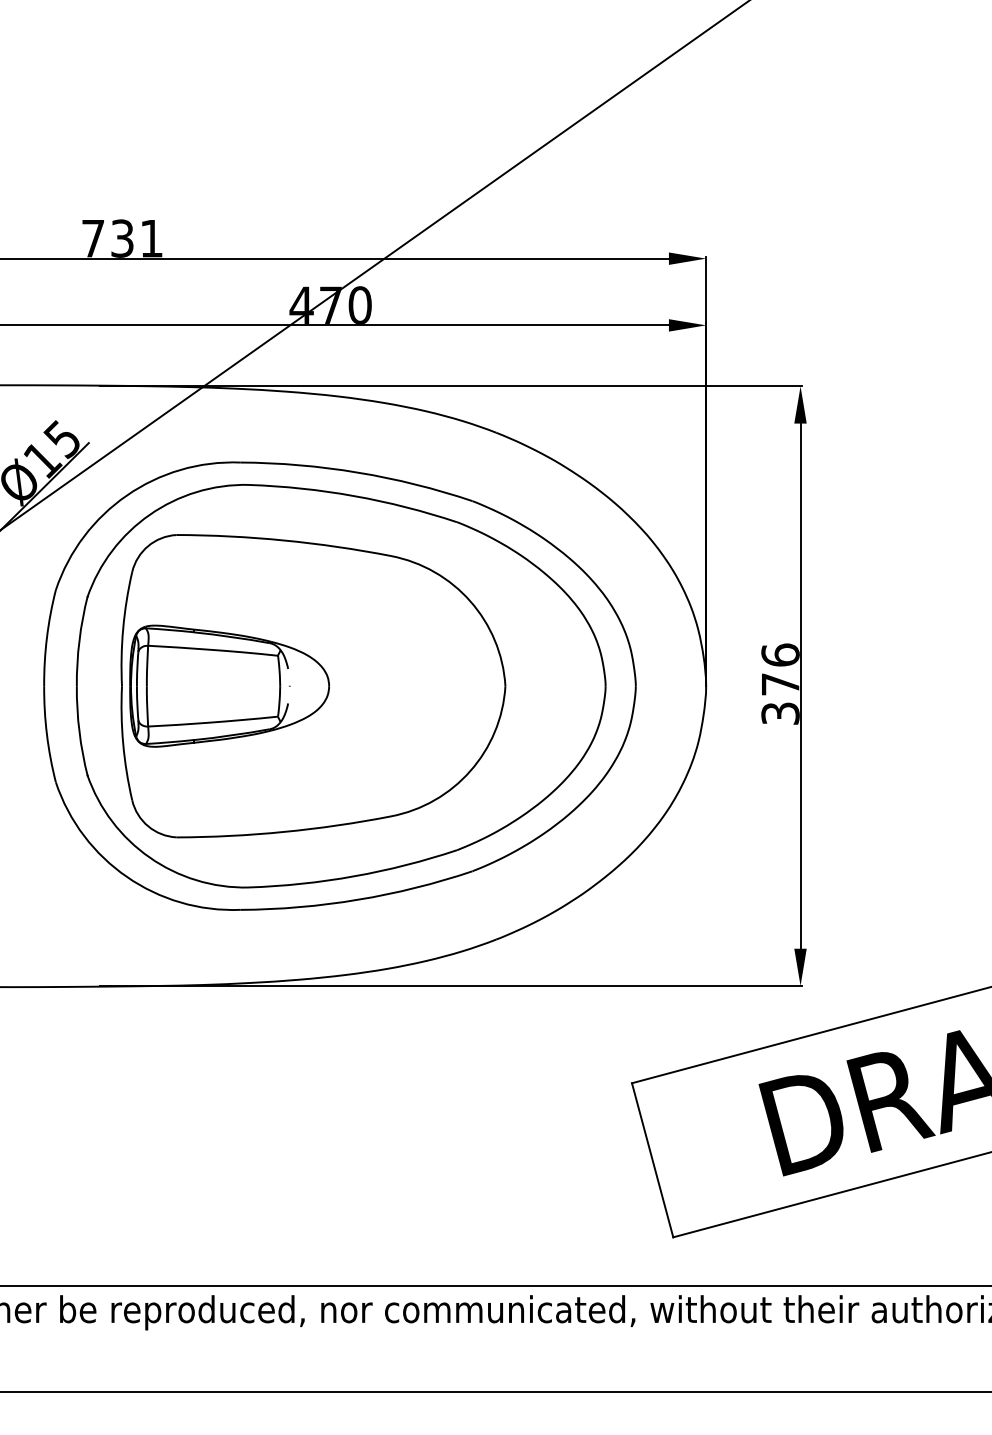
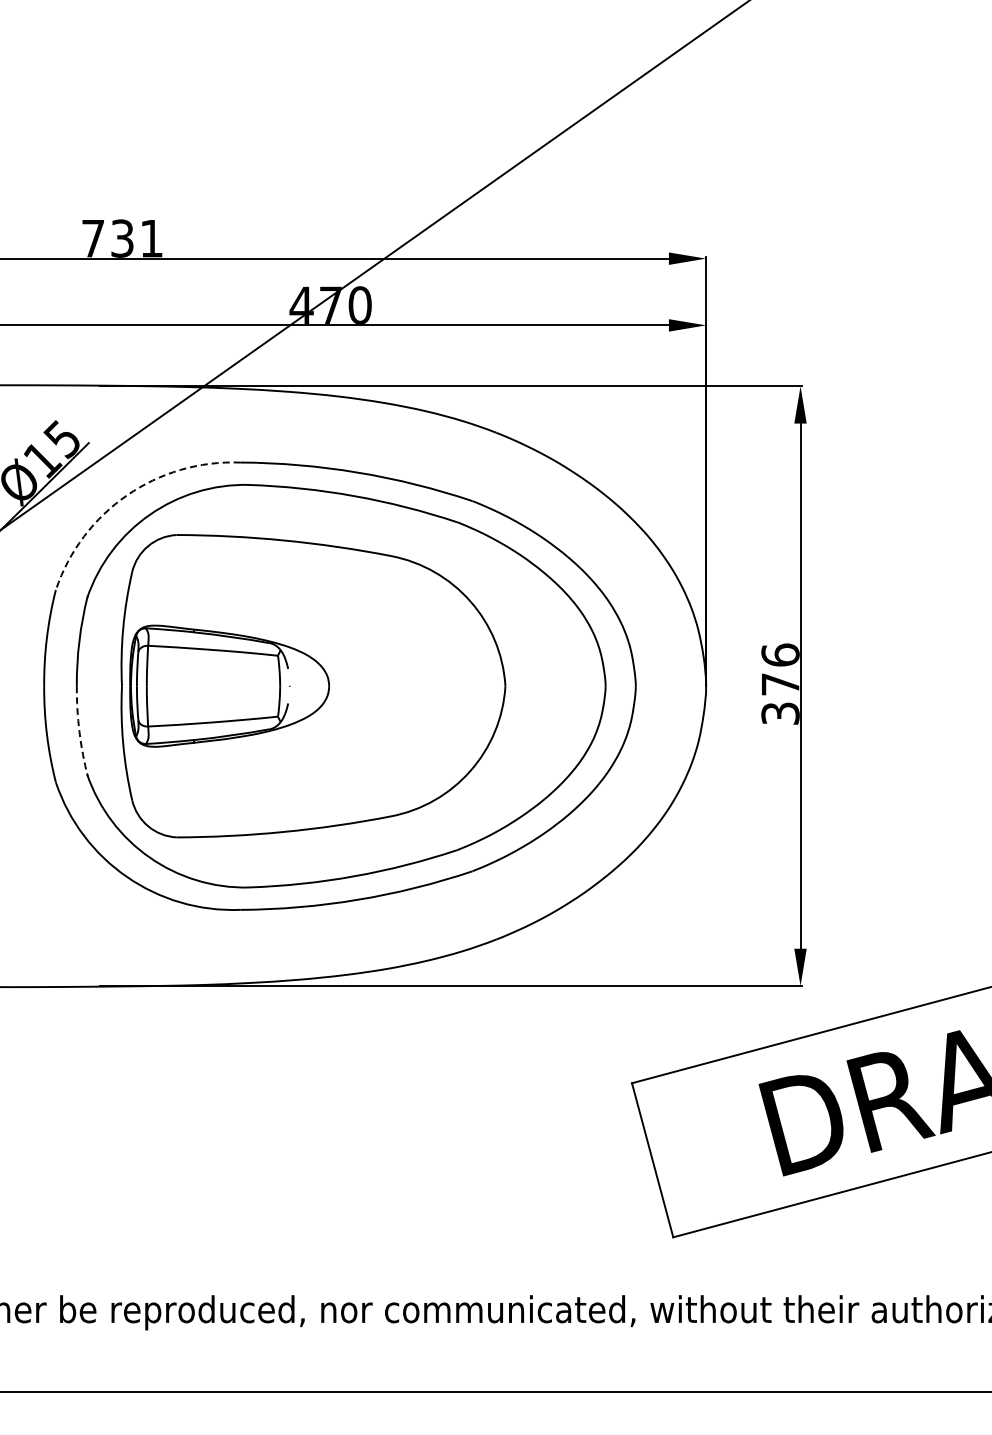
arc at (126, 495): solid -> dashed
arc at (79, 731): solid -> dashed
line at (495, 1285): present -> none
